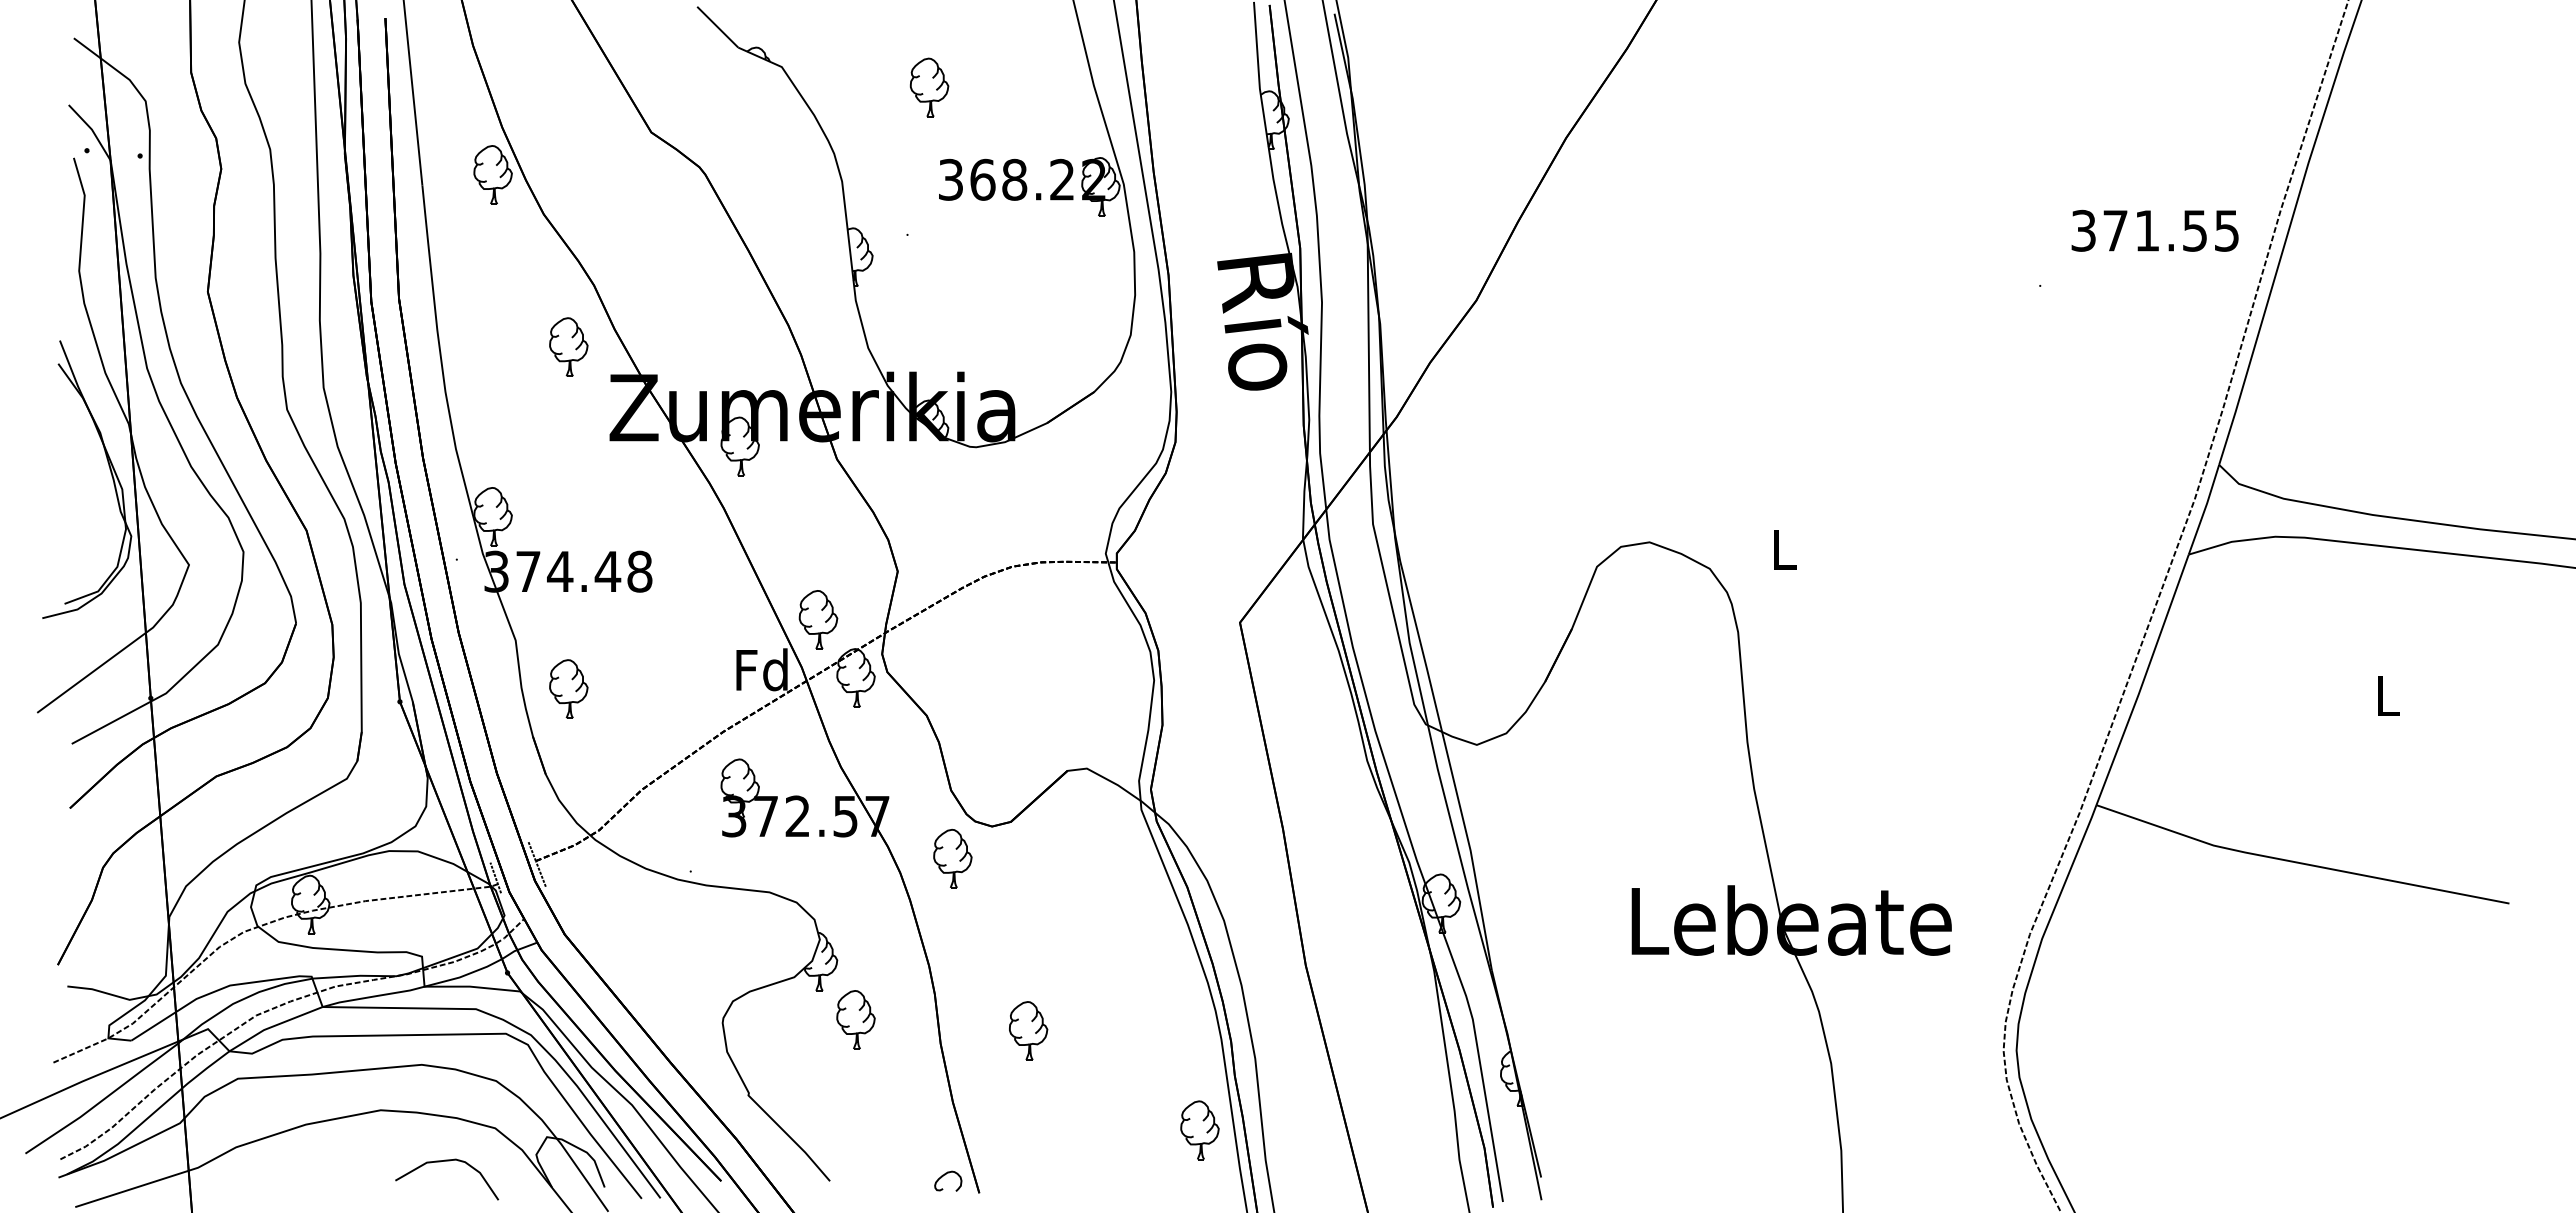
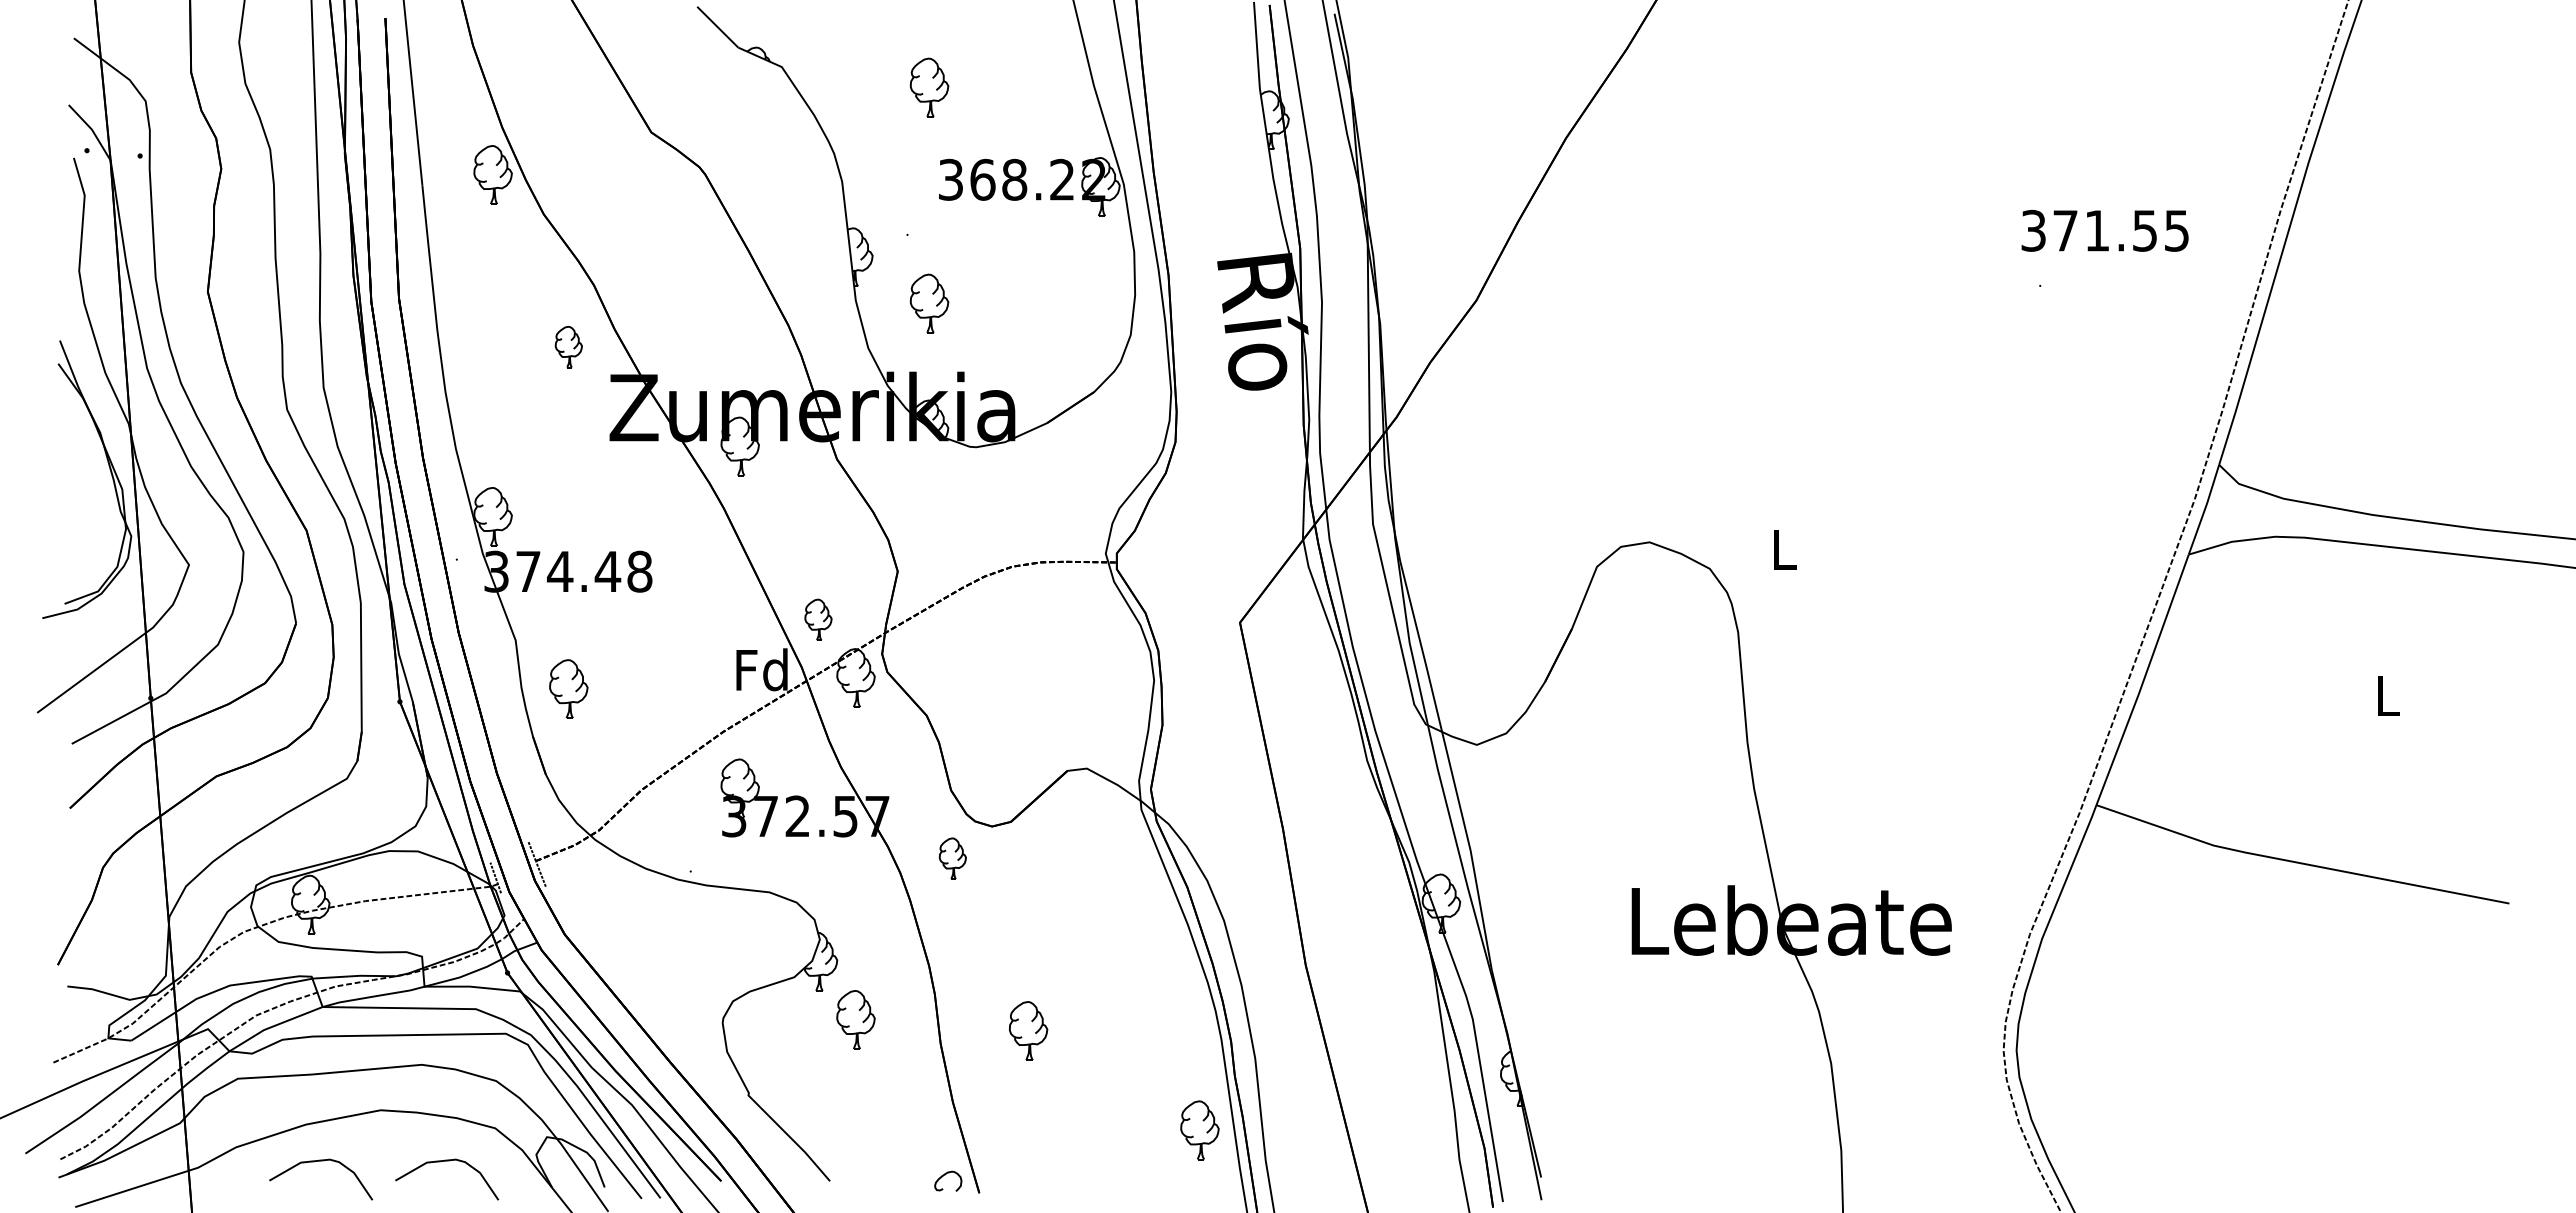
text at (2154, 230) position: (2154, 230) -> (2104, 230)
part at (929, 303): none -> present
part at (568, 346) size: 40x60 px -> 29x44 px
part at (818, 619) size: 41x60 px -> 29x43 px
part at (952, 858) size: 40x61 px -> 29x43 px
curve at (321, 1161): none -> present
